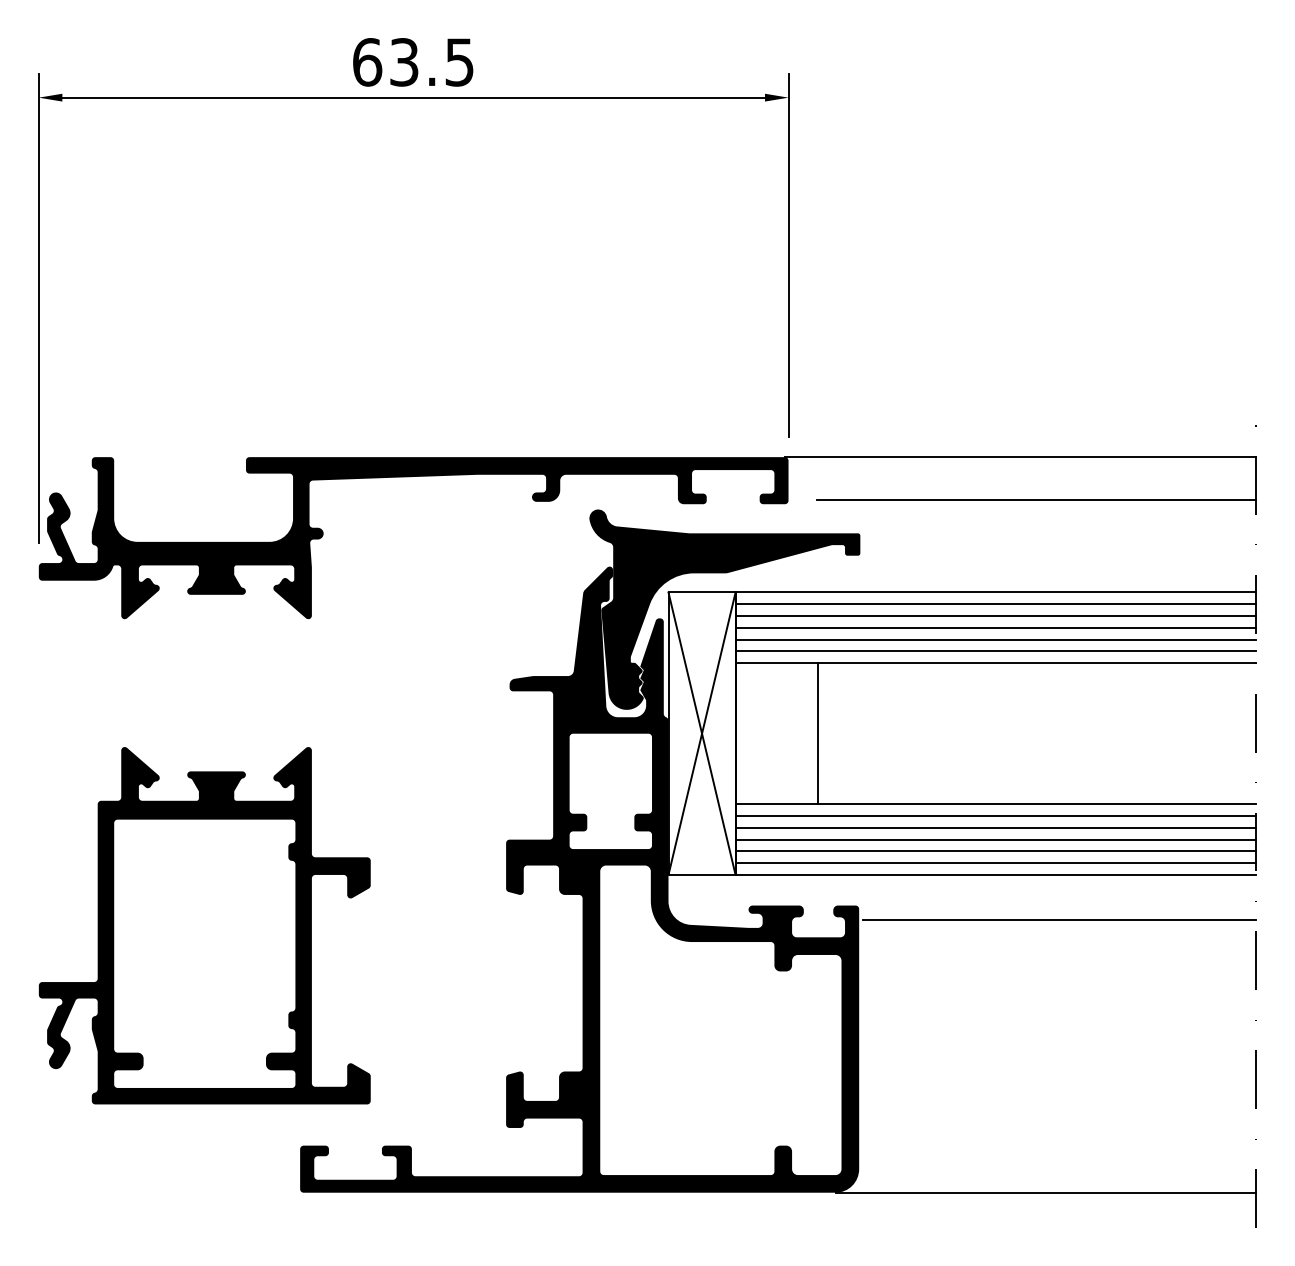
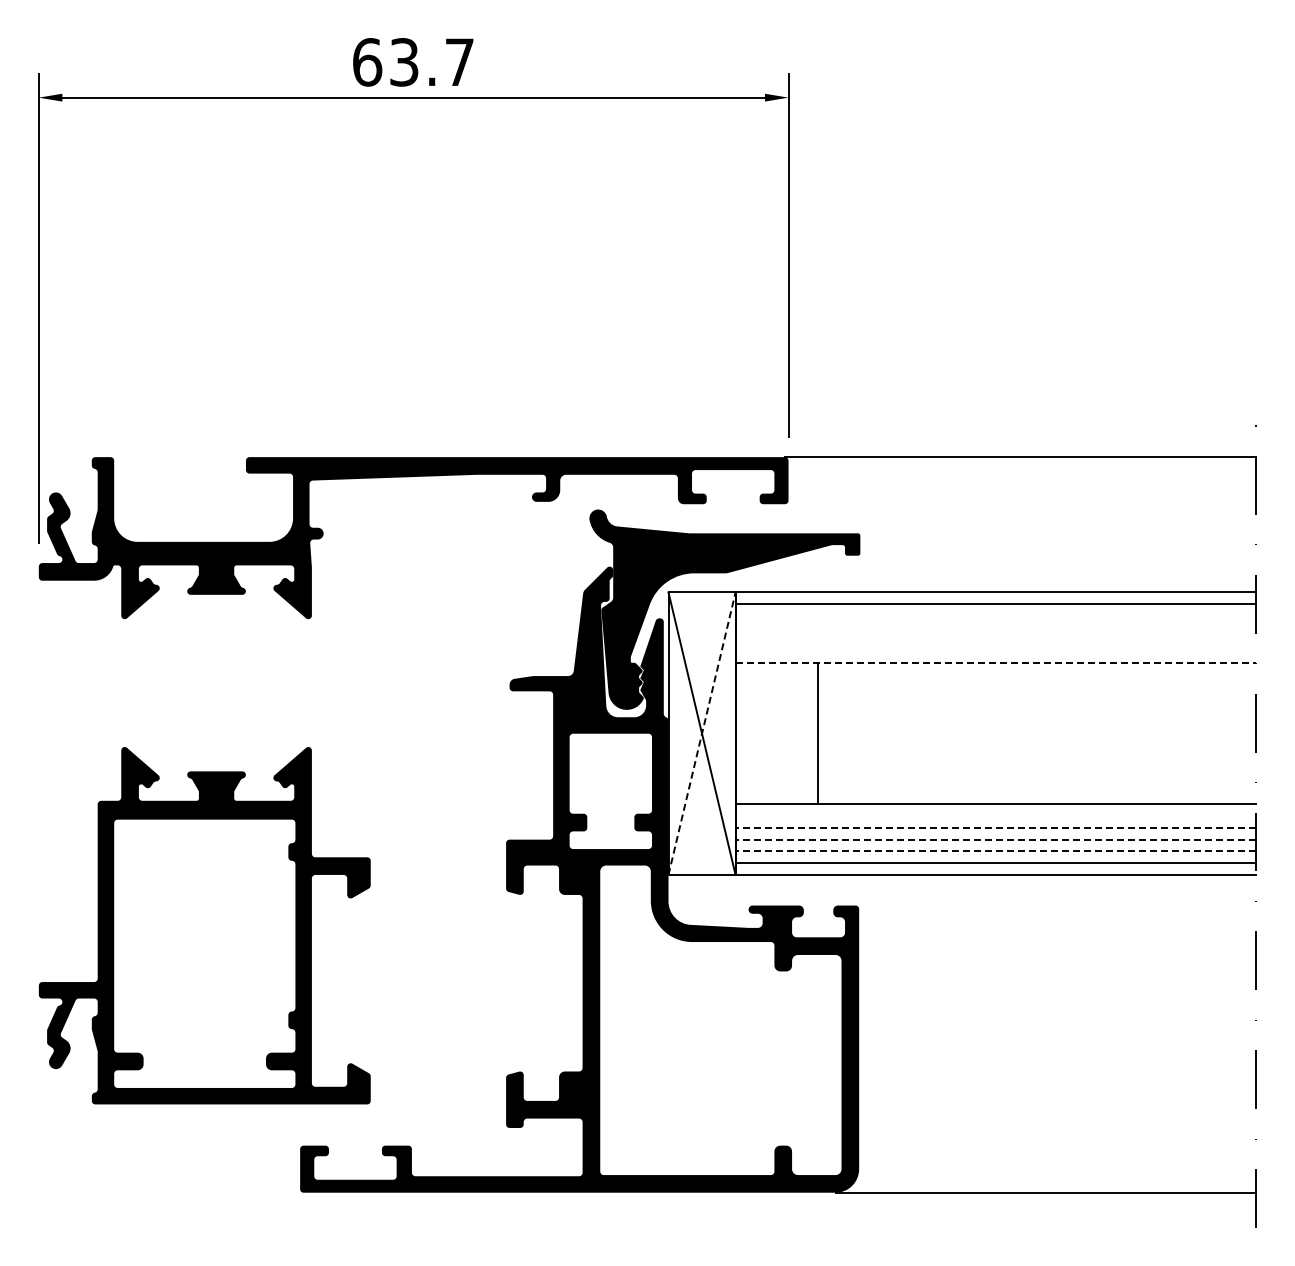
text at (459, 62): 63.5 -> 63.7
line at (1036, 500): present -> none
line at (995, 616): present -> none
line at (995, 627): present -> none
line at (995, 639): present -> none
line at (995, 651): present -> none
line at (996, 663): solid -> dashed
line at (702, 733): solid -> dashed
line at (995, 816): present -> none
line at (995, 827): solid -> dashed
line at (995, 839): solid -> dashed
line at (995, 851): solid -> dashed
line at (1059, 919): present -> none
